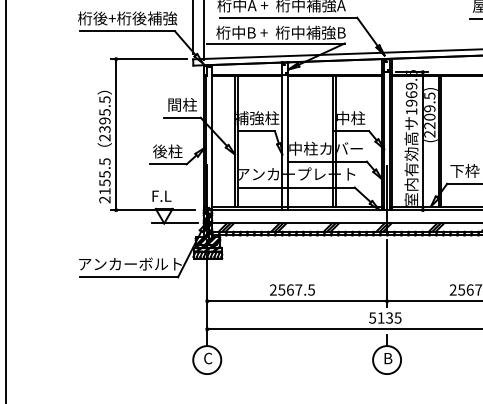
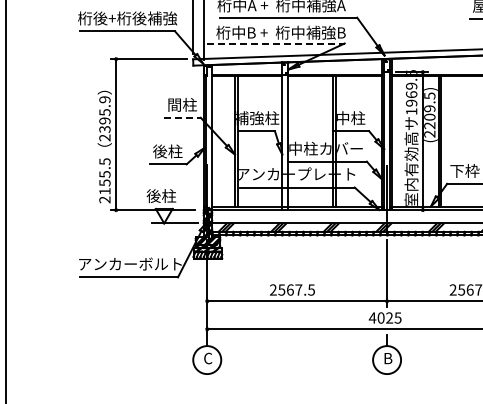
line at (276, 43): solid -> dashed
text at (104, 99): 2395.5 -> 2395.9
line at (183, 117): solid -> dashed
text at (161, 196): F.L -> 後柱
text at (380, 317): 5135 -> 4025
